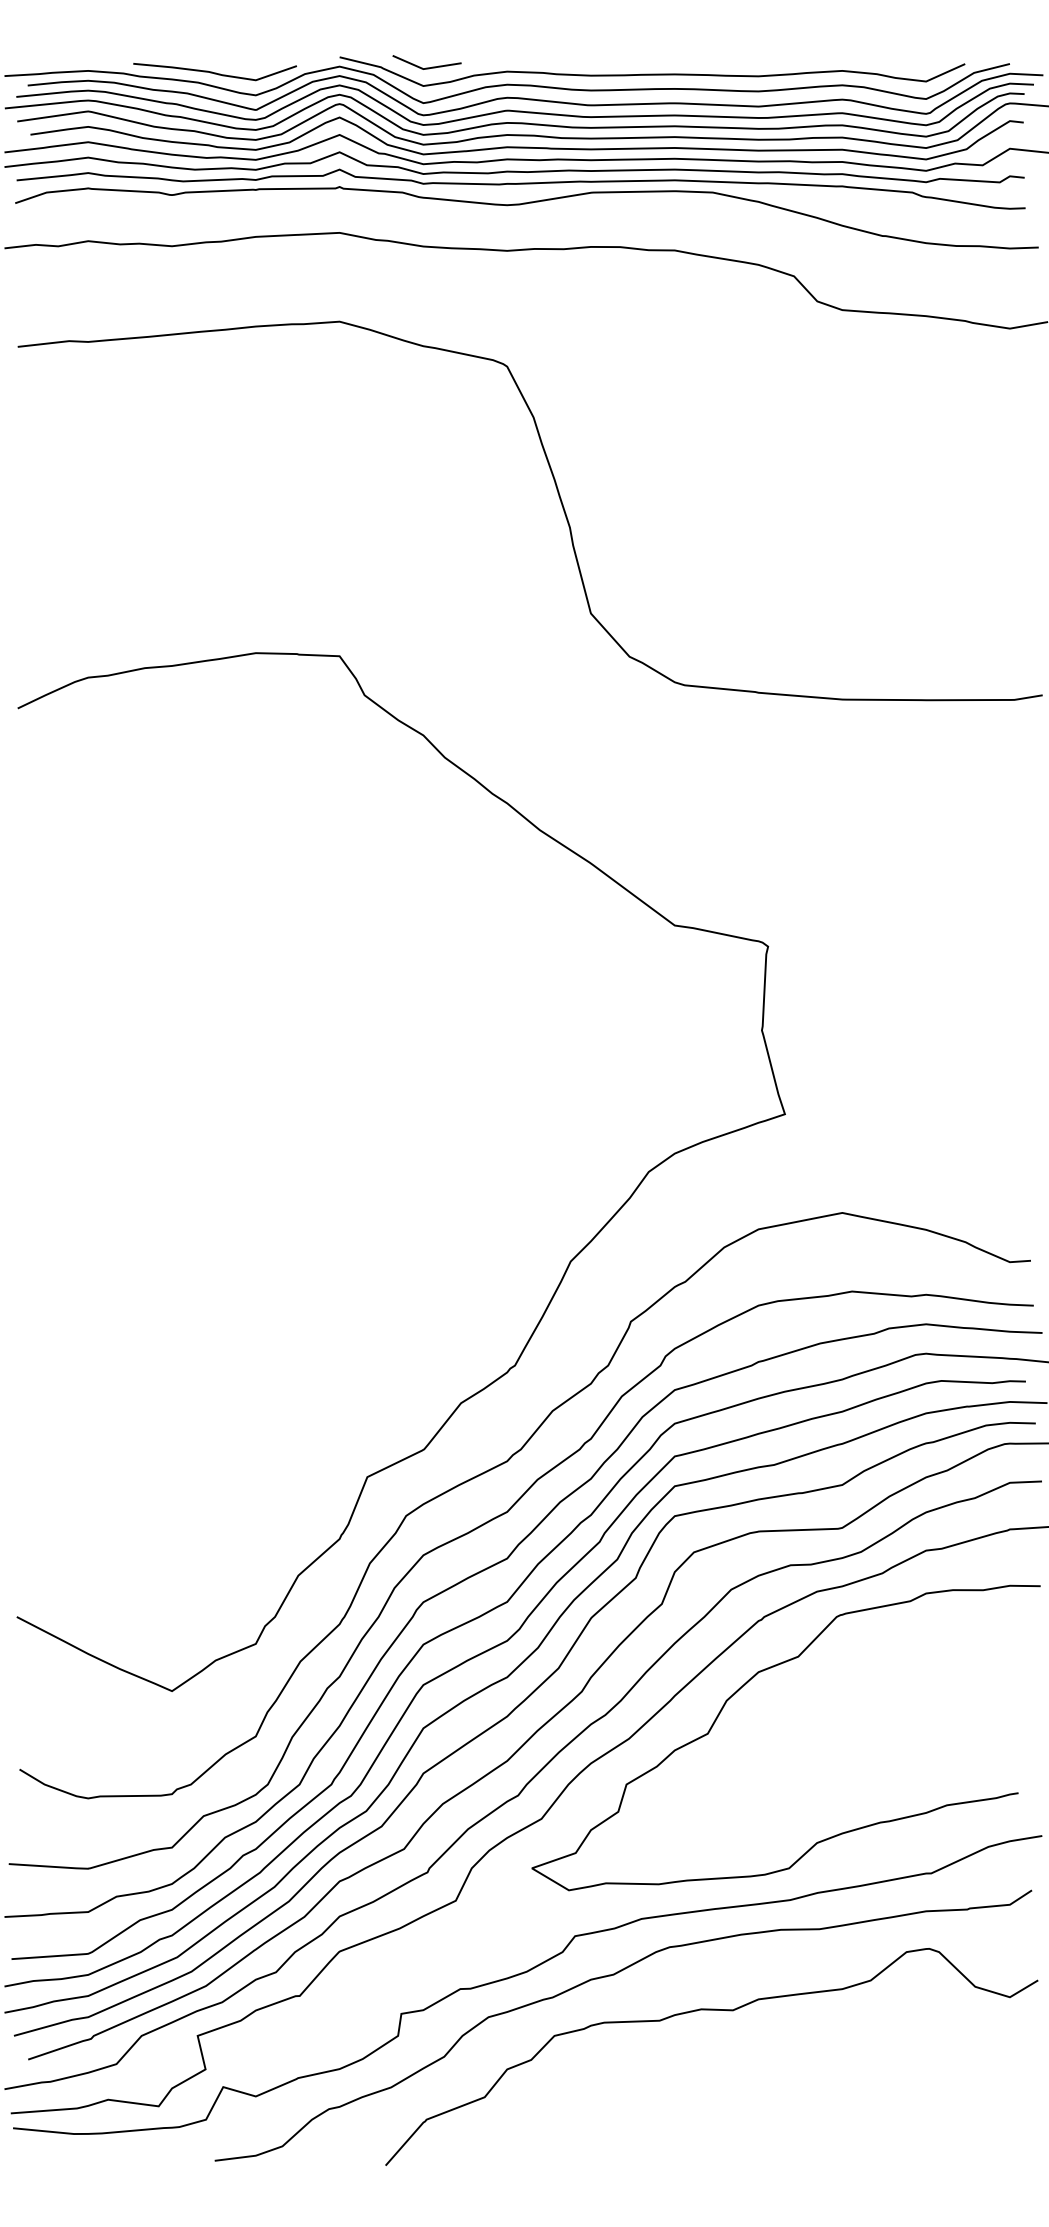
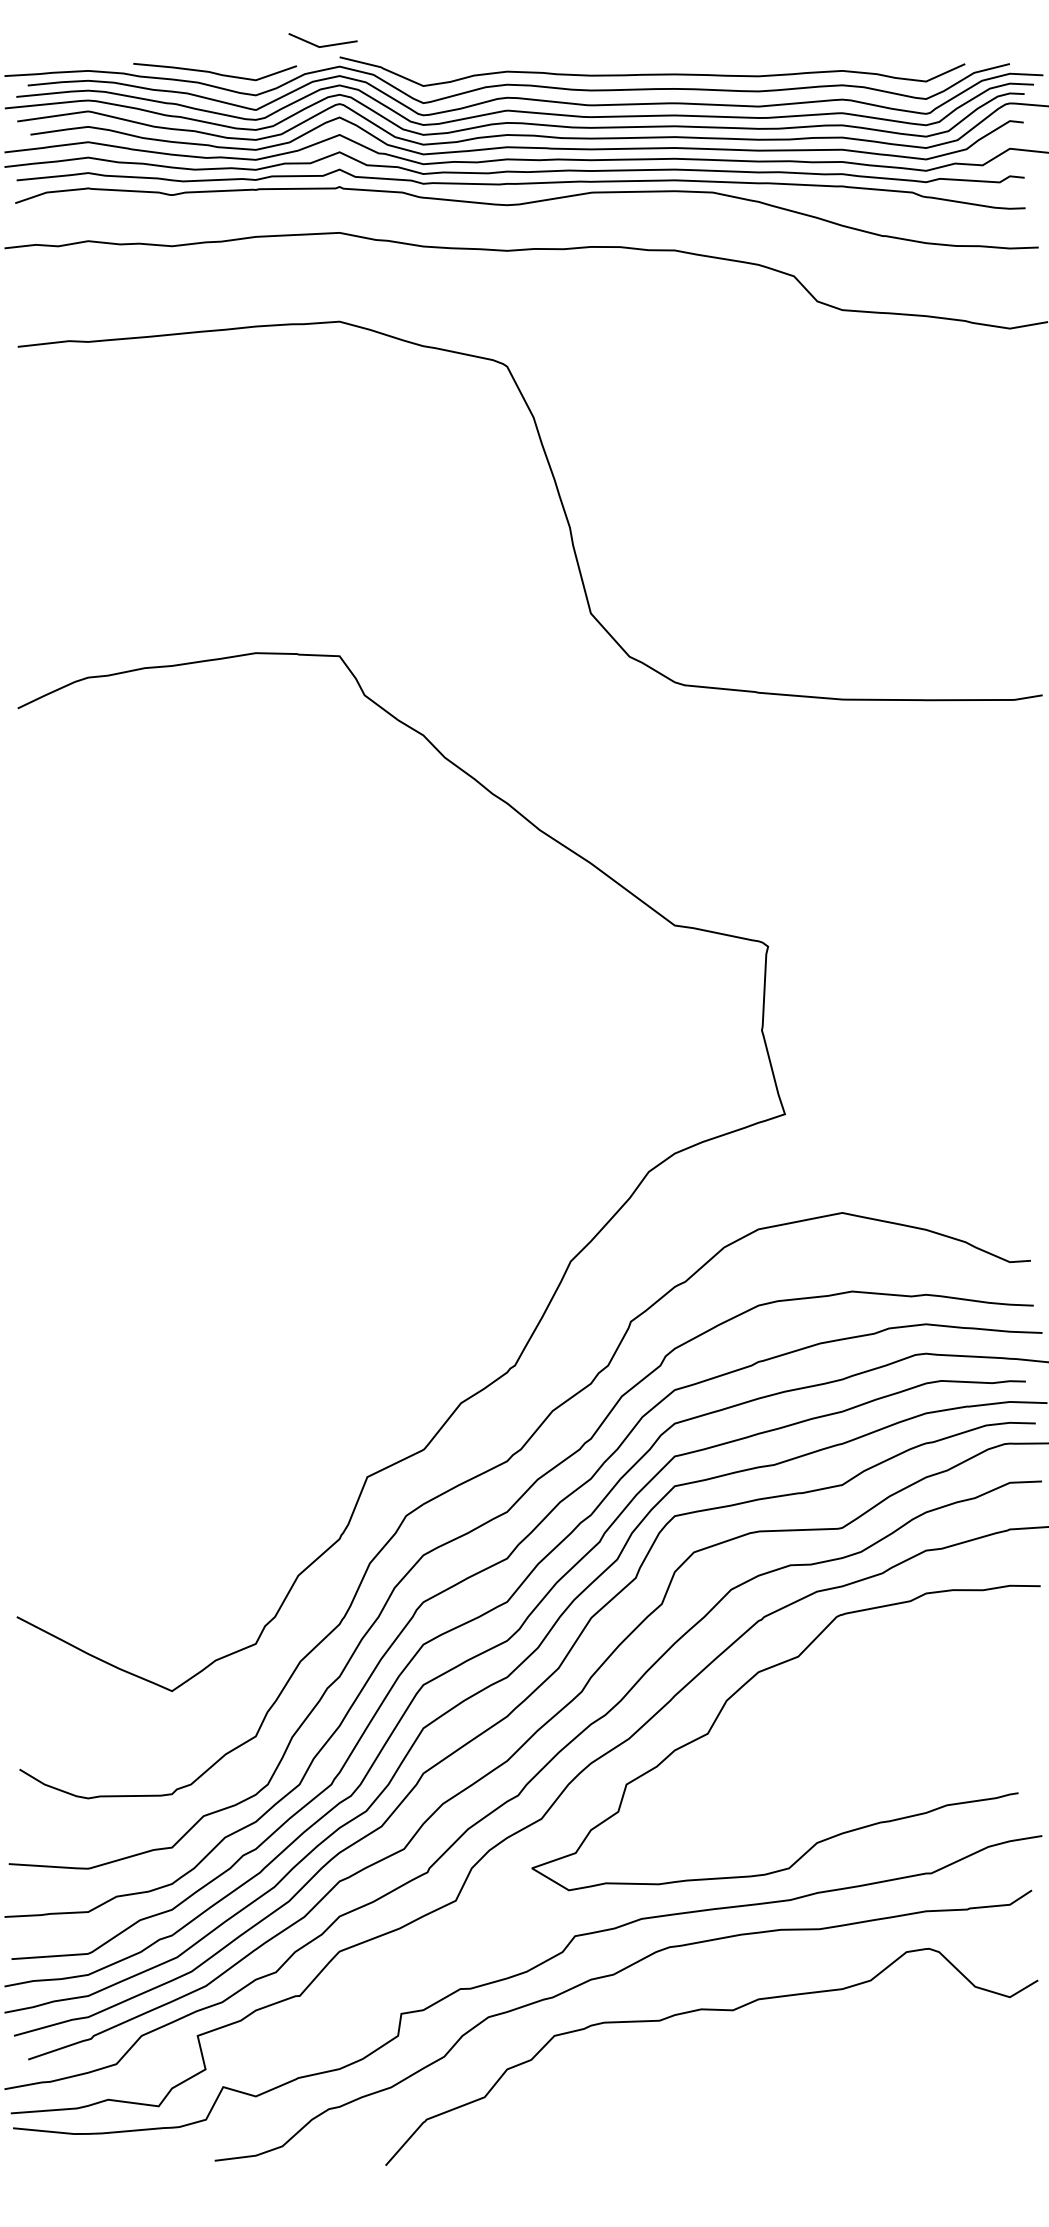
line at (426, 67) position: (426, 67) -> (322, 45)
